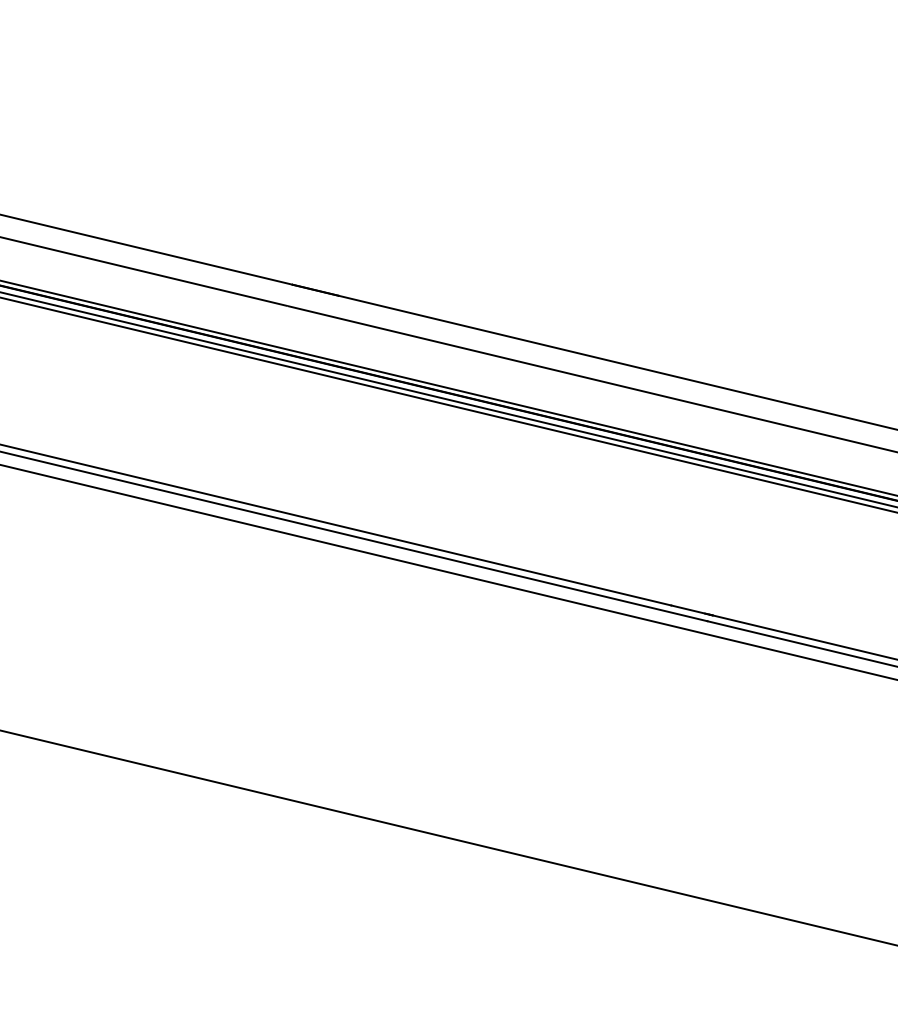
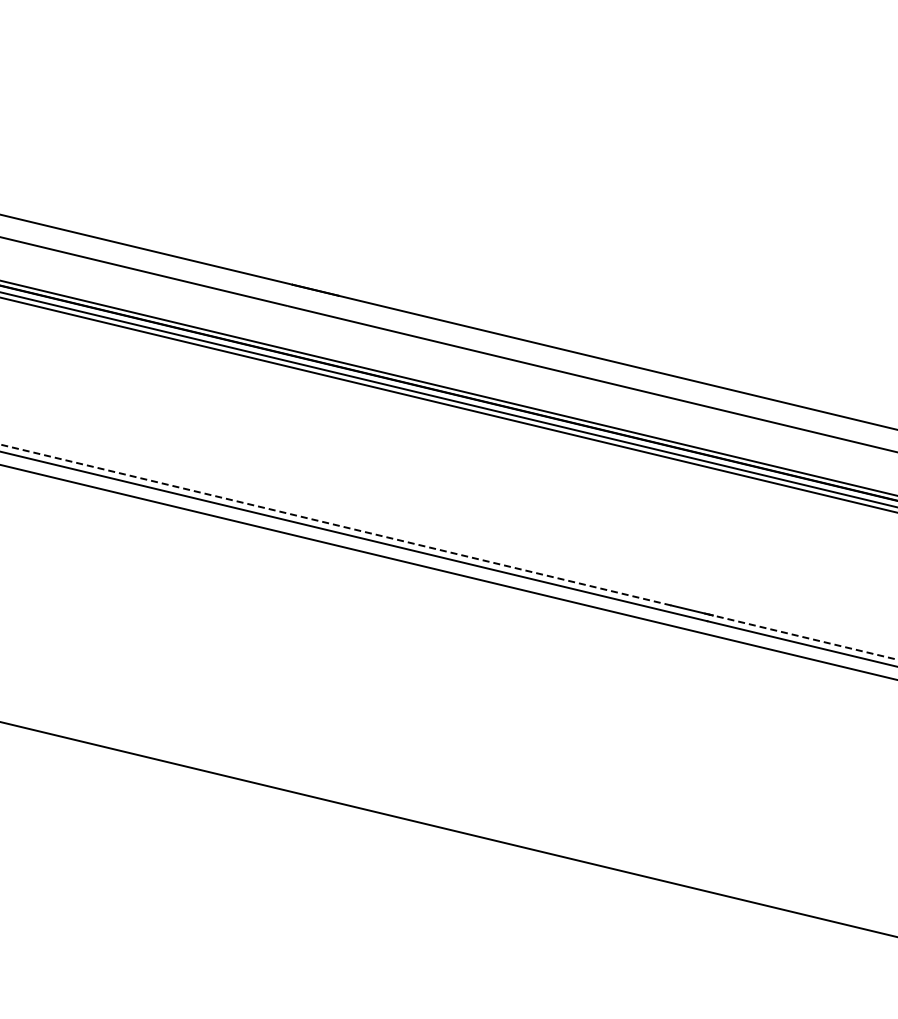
line at (335, 525): solid -> dashed
line at (804, 637): solid -> dashed
line at (448, 837) position: (448, 837) -> (448, 829)
